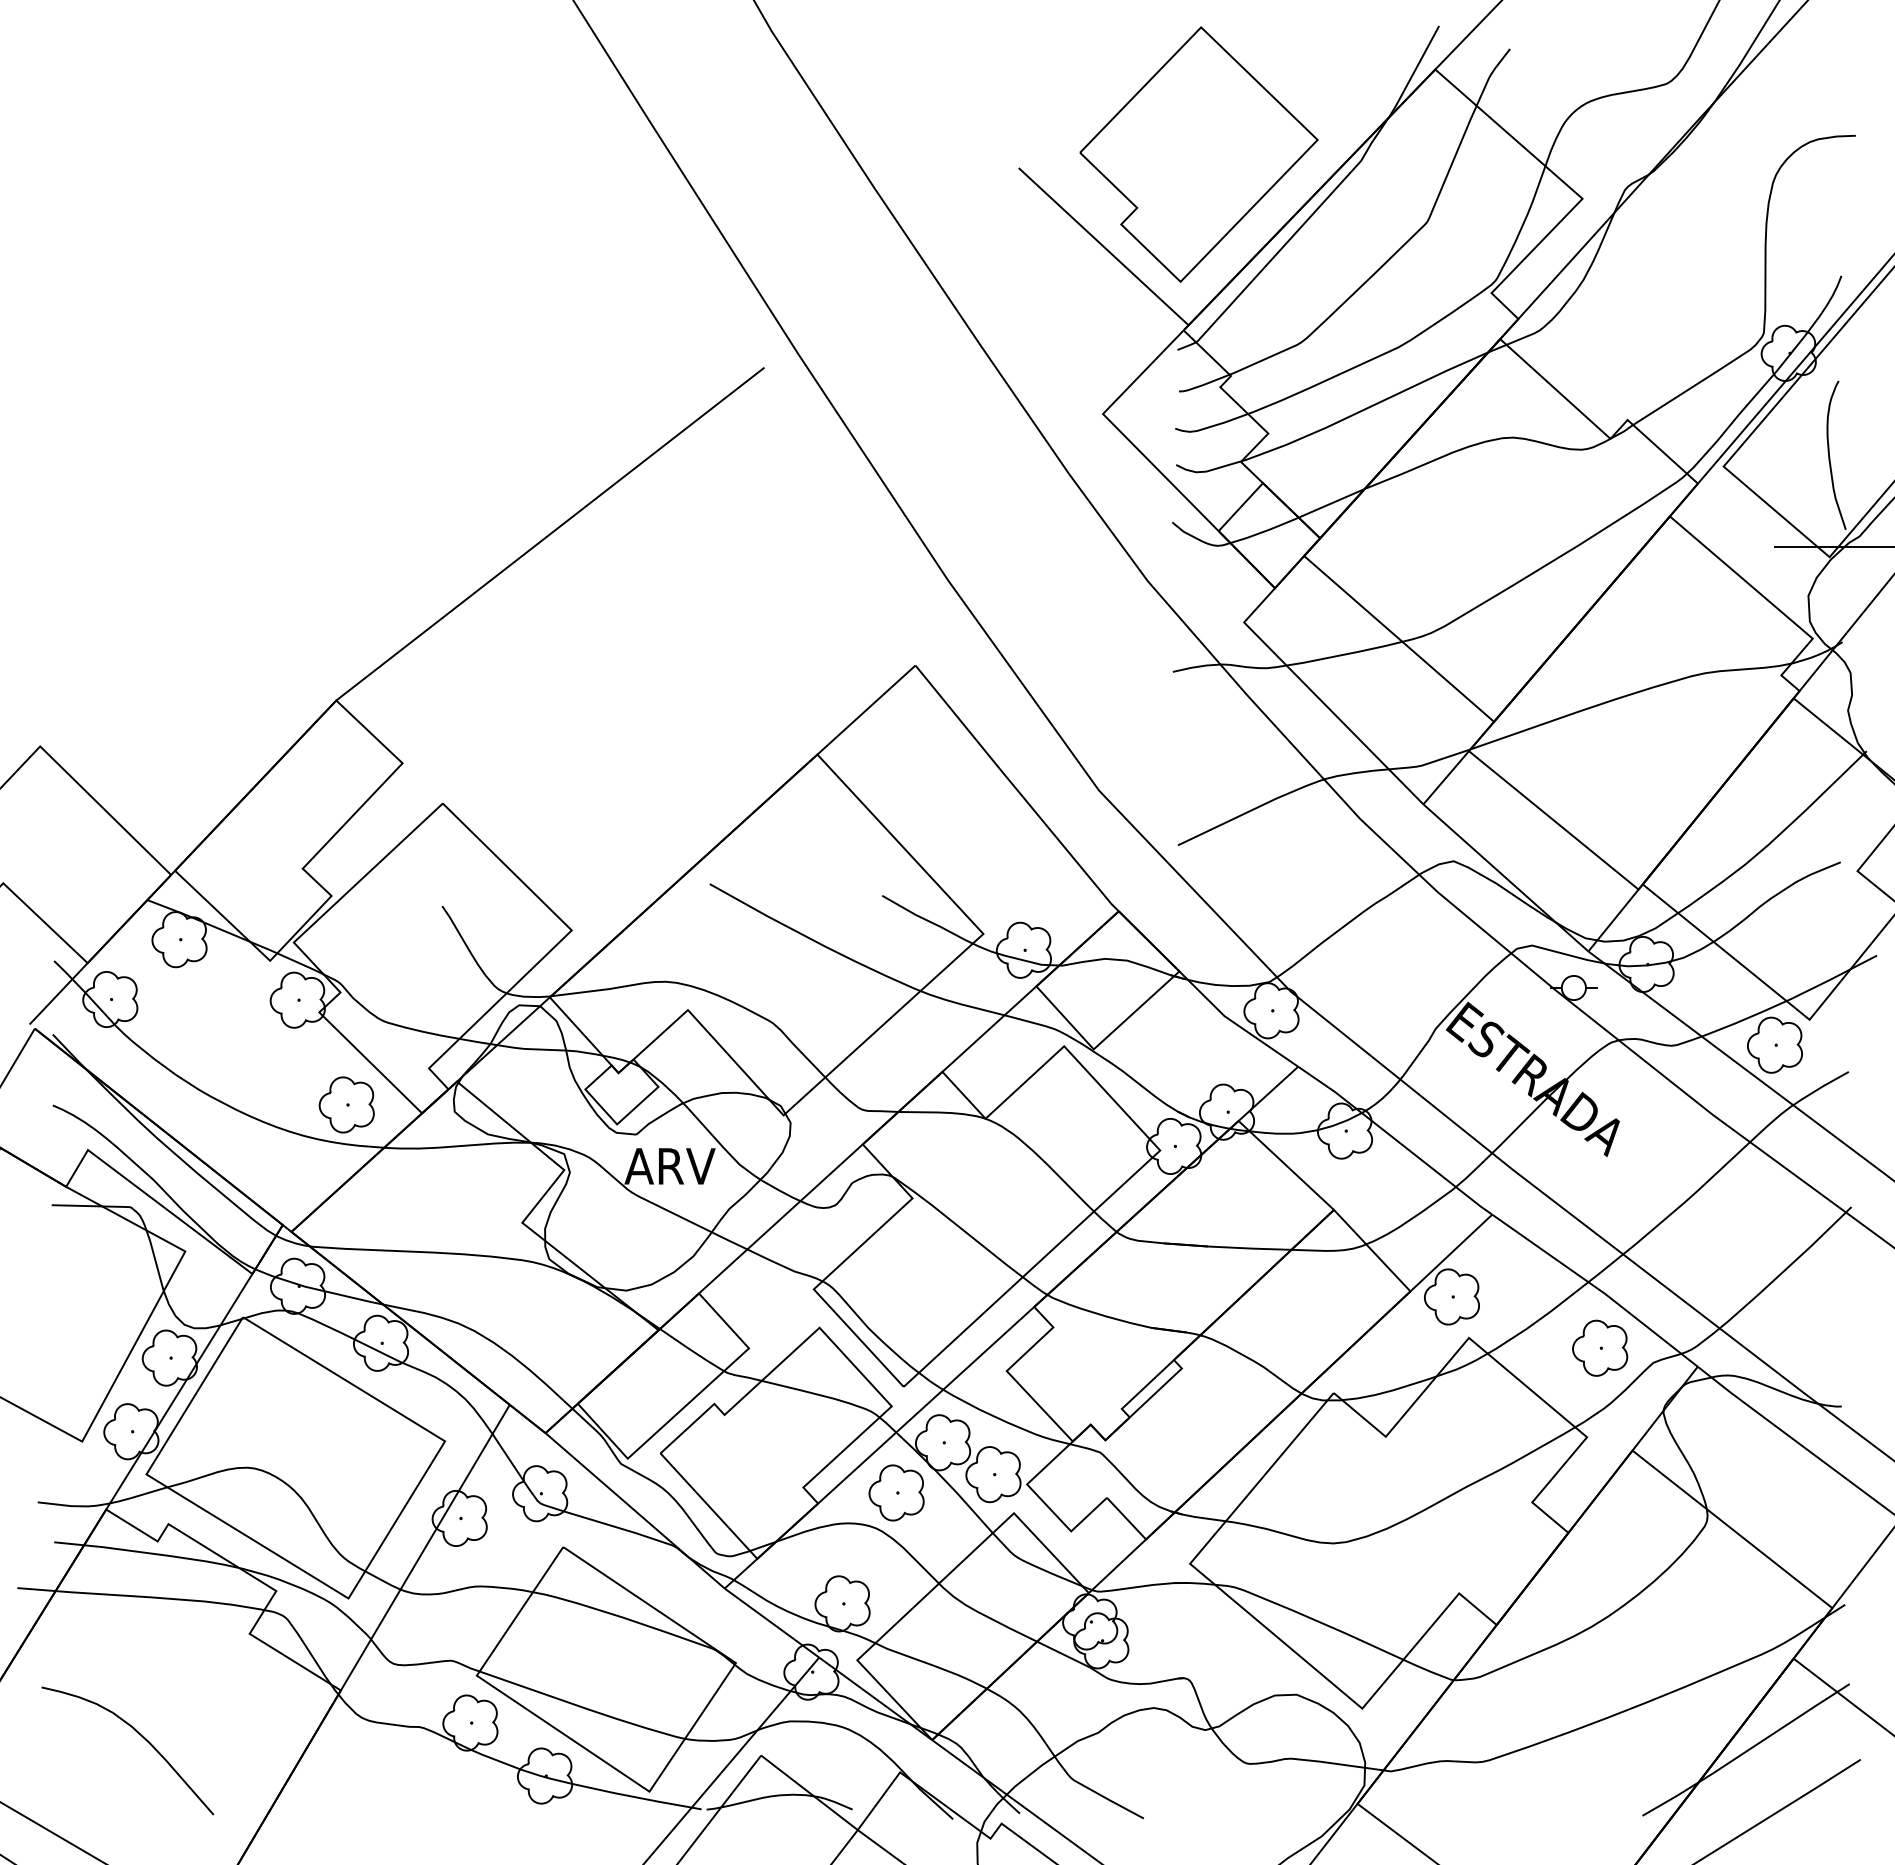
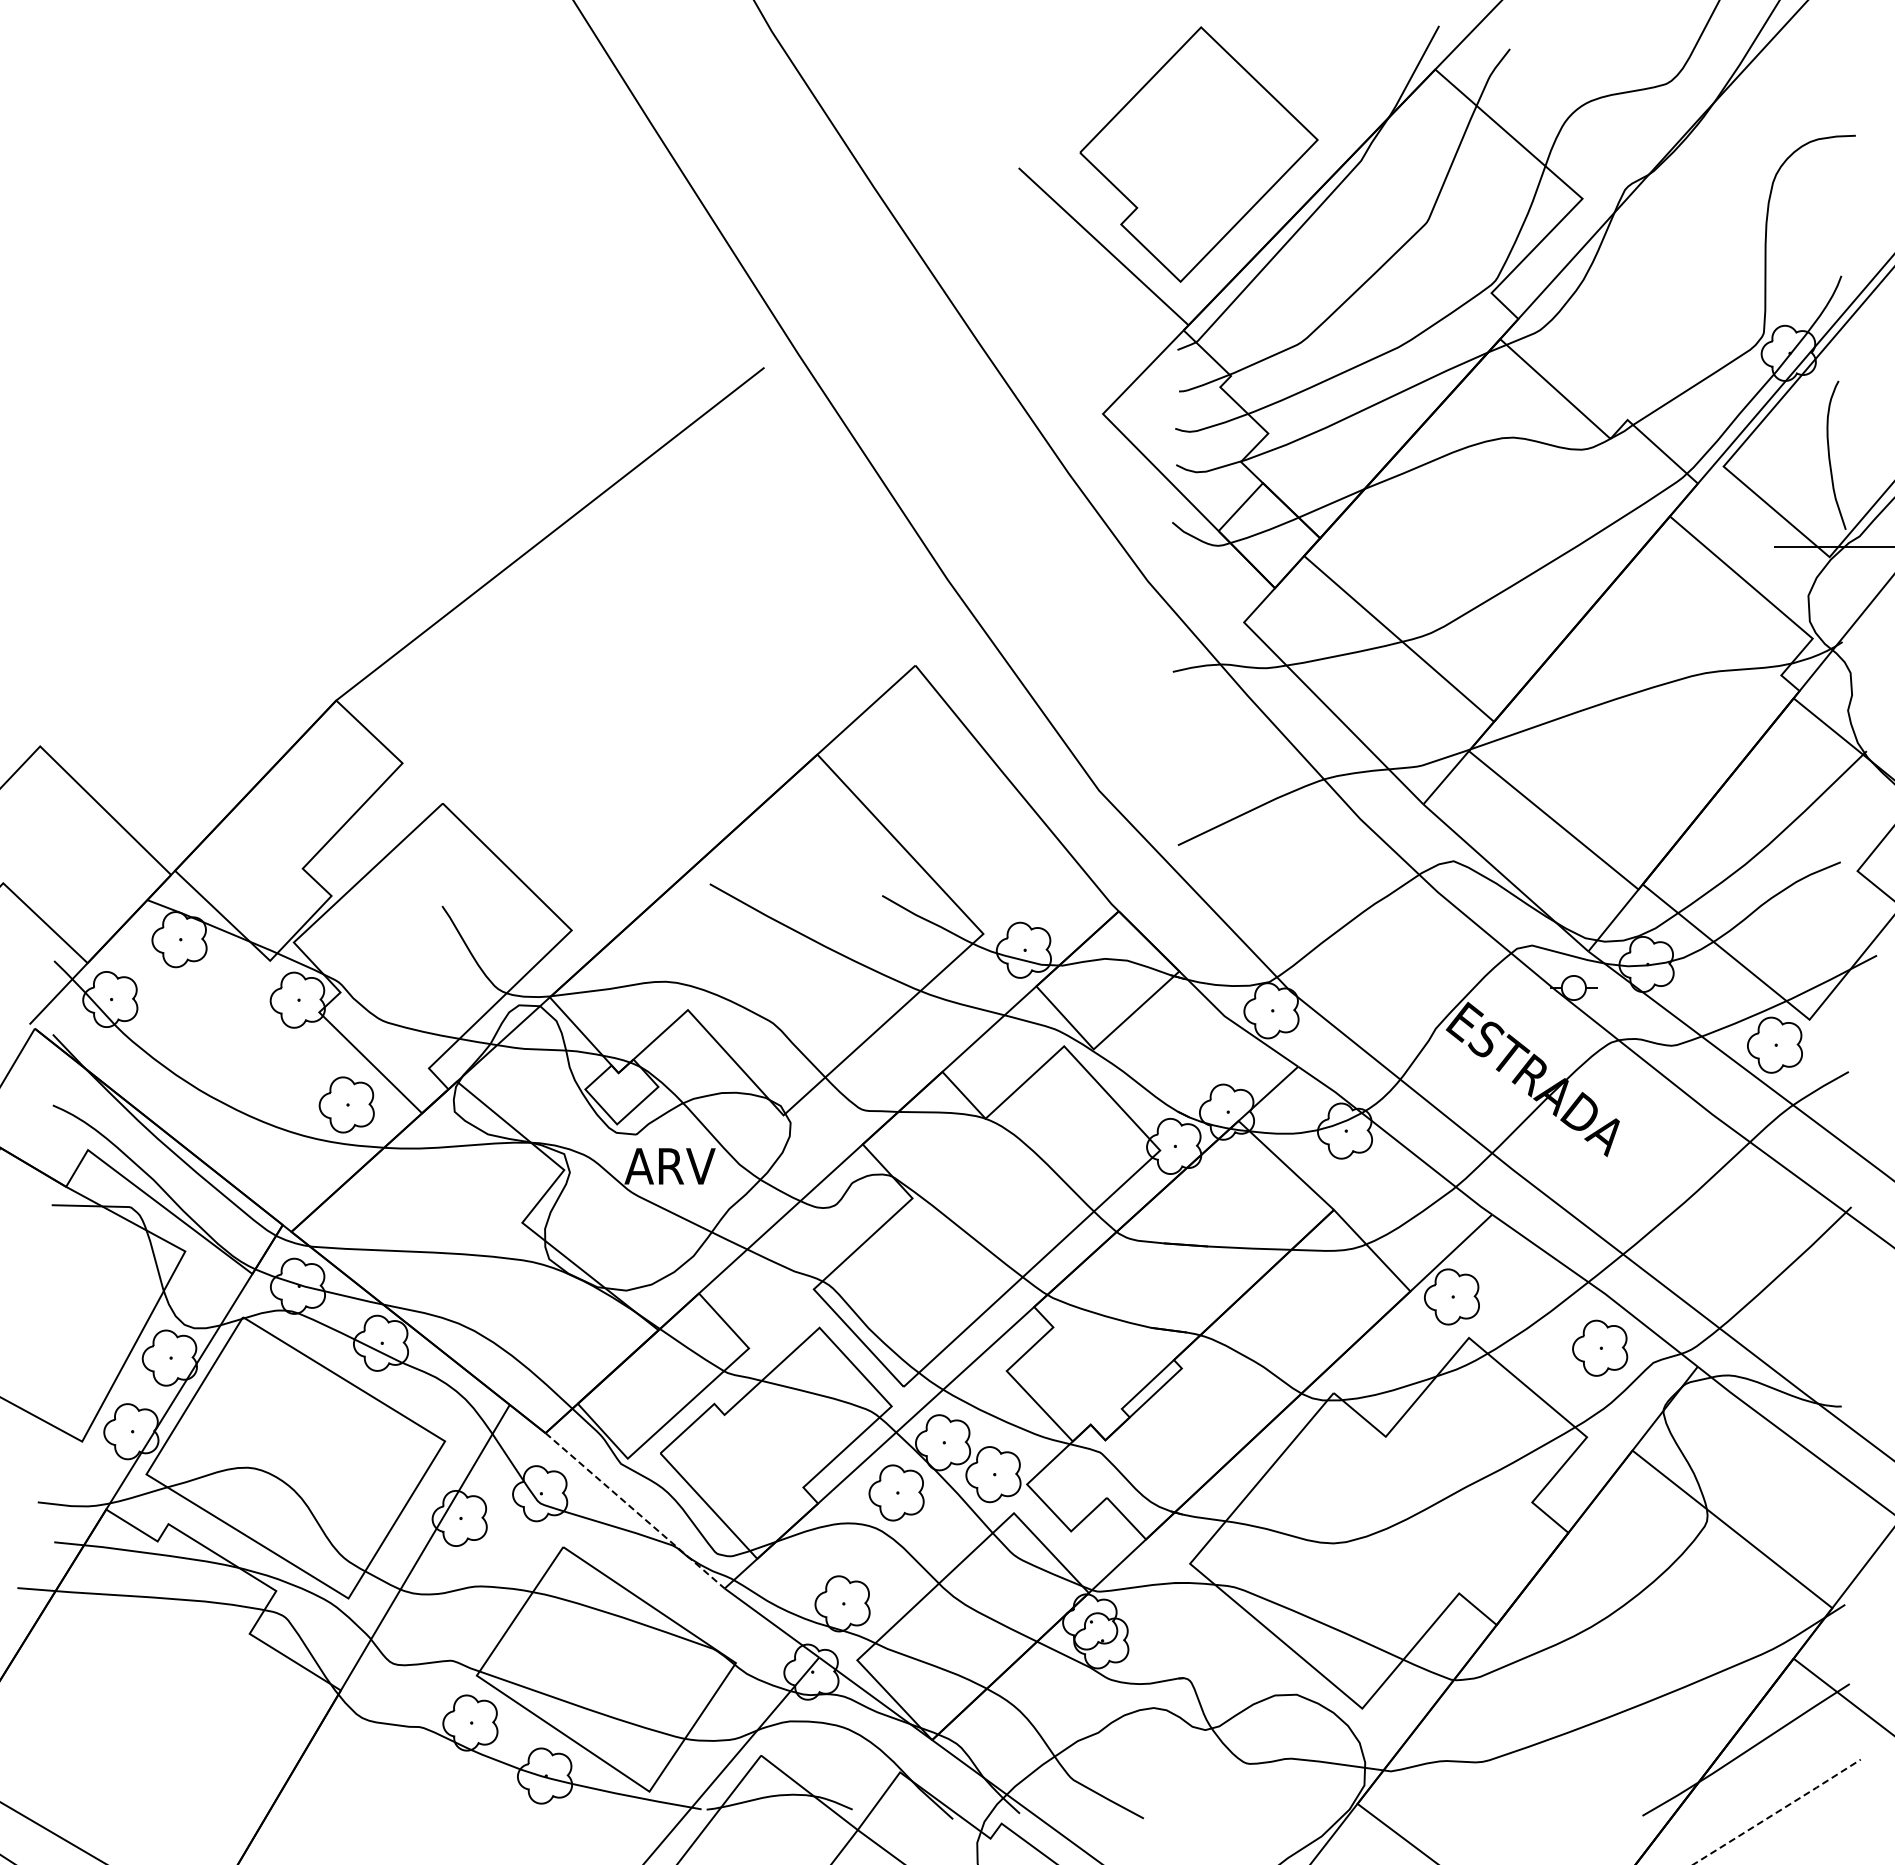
line at (635, 1510): solid -> dashed
curve at (139, 1735): present -> none
line at (1778, 1811): solid -> dashed
